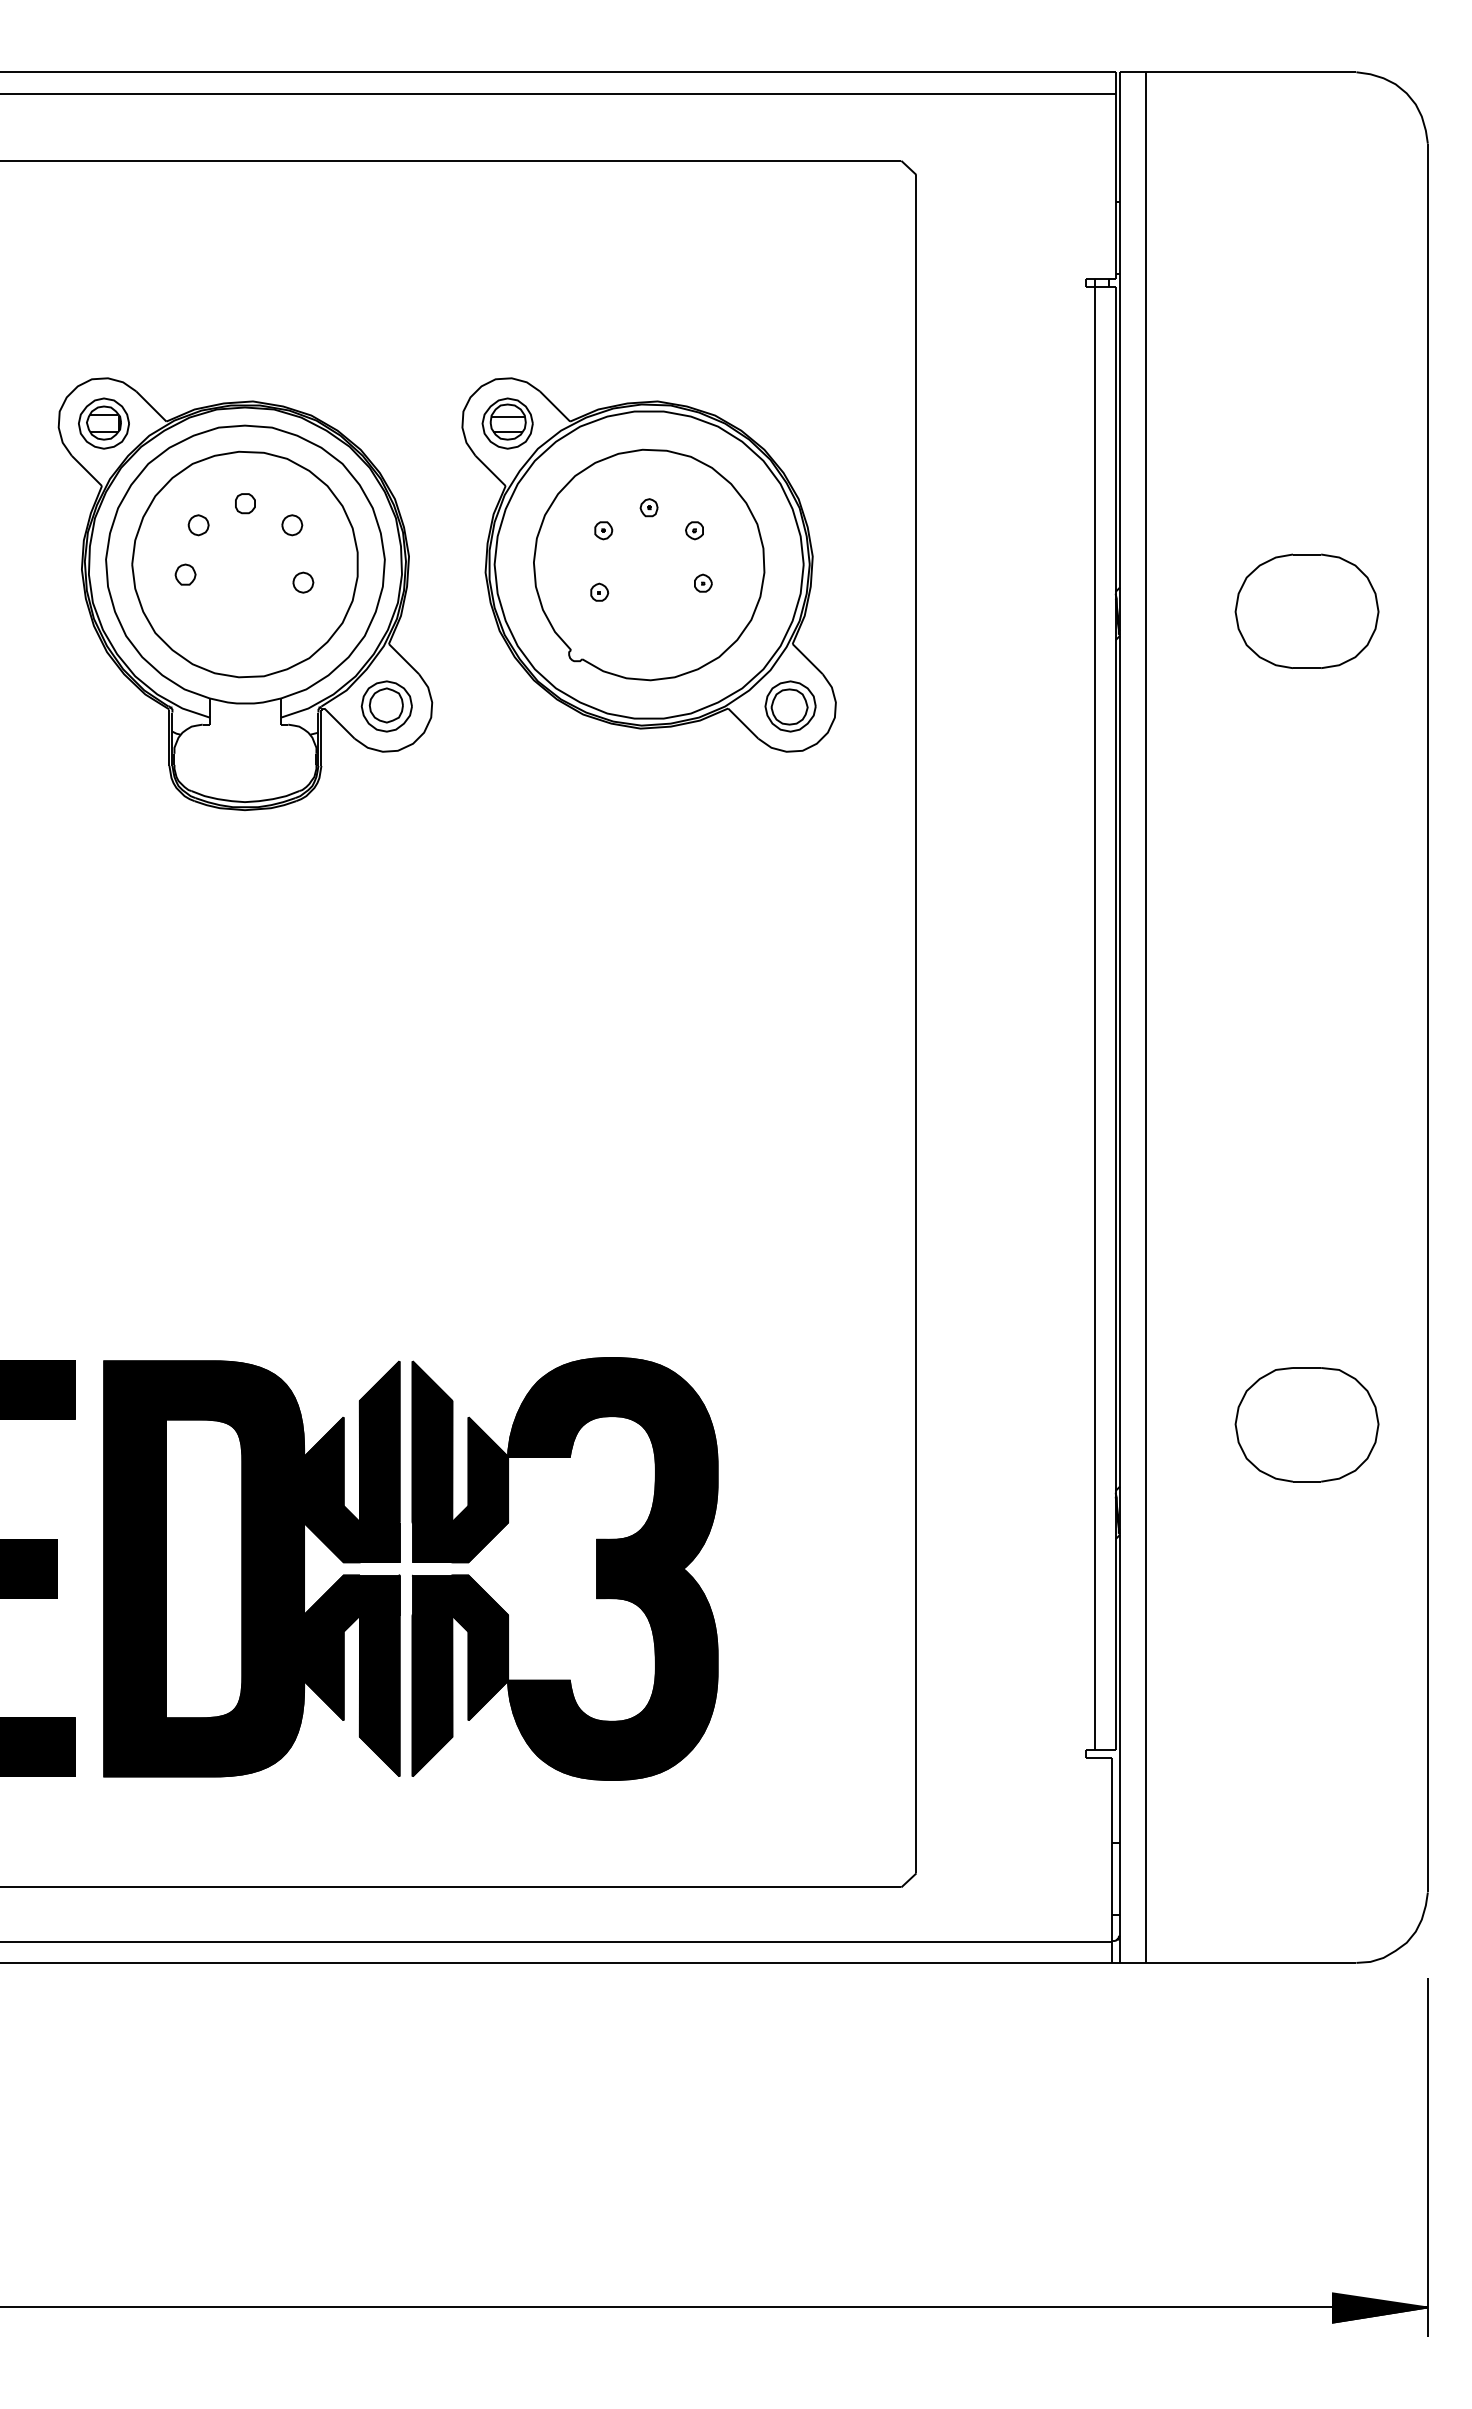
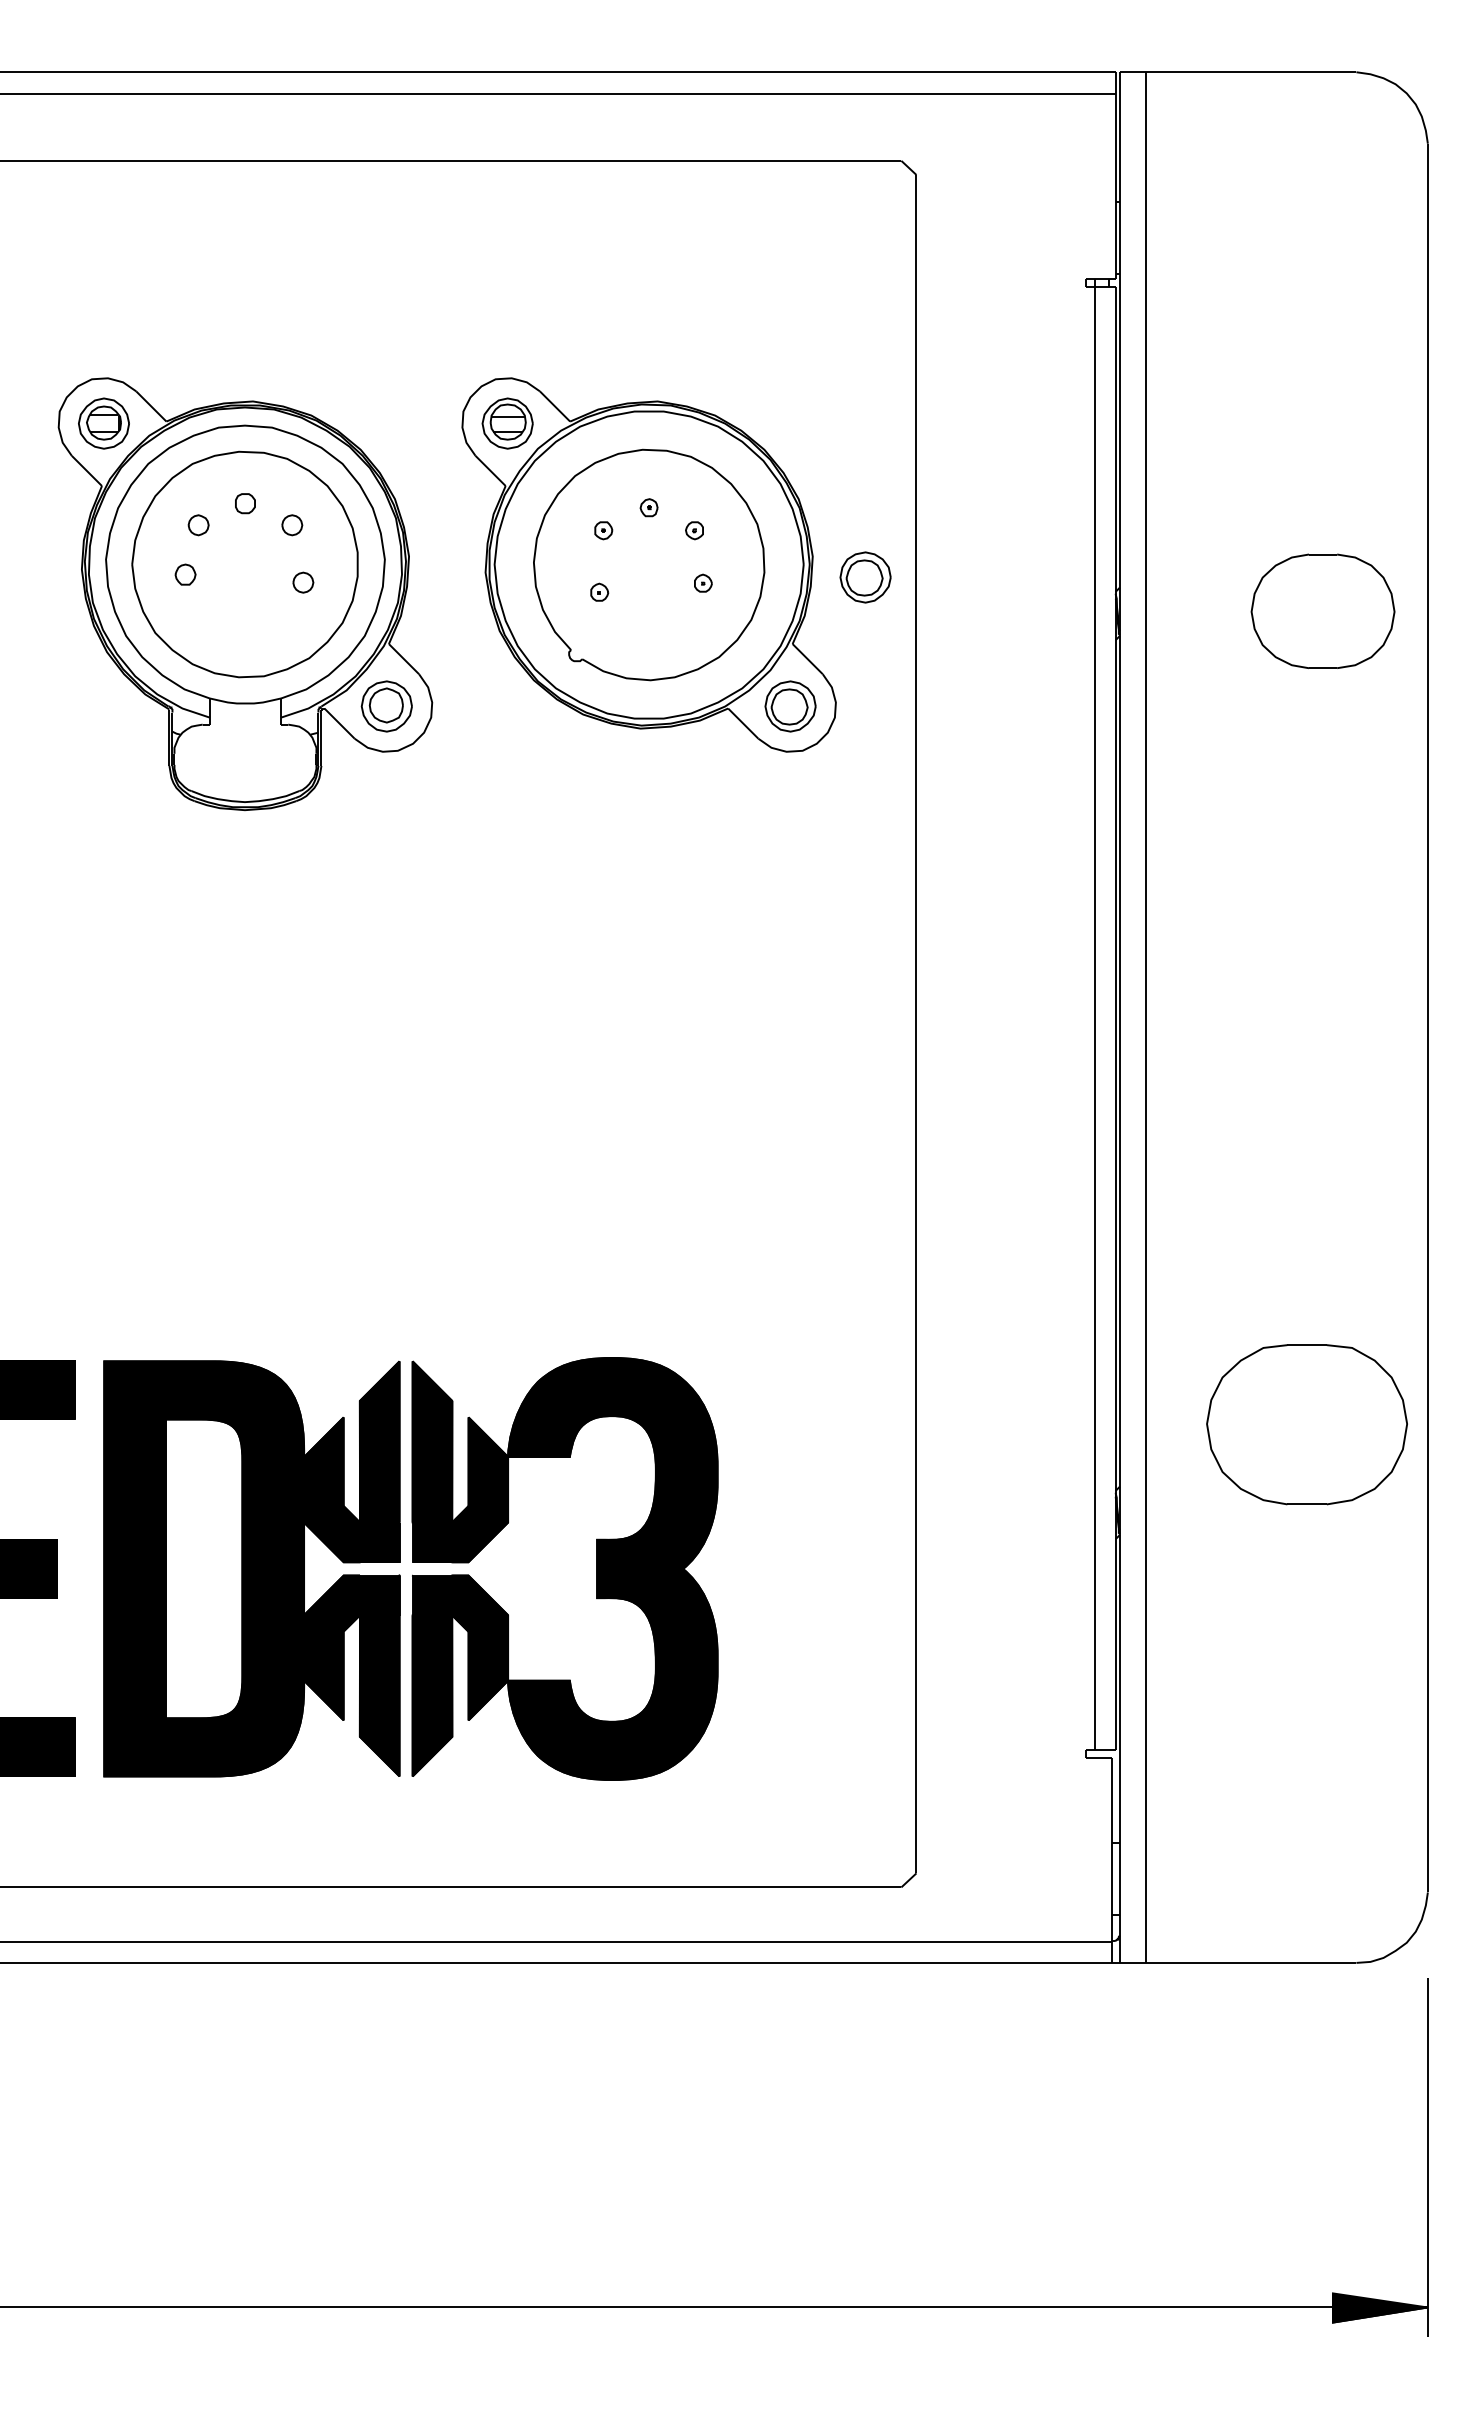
part at (865, 577): none -> present
part at (1306, 610) position: (1306, 610) -> (1322, 610)
part at (1306, 1424) size: 146x116 px -> 202x162 px
